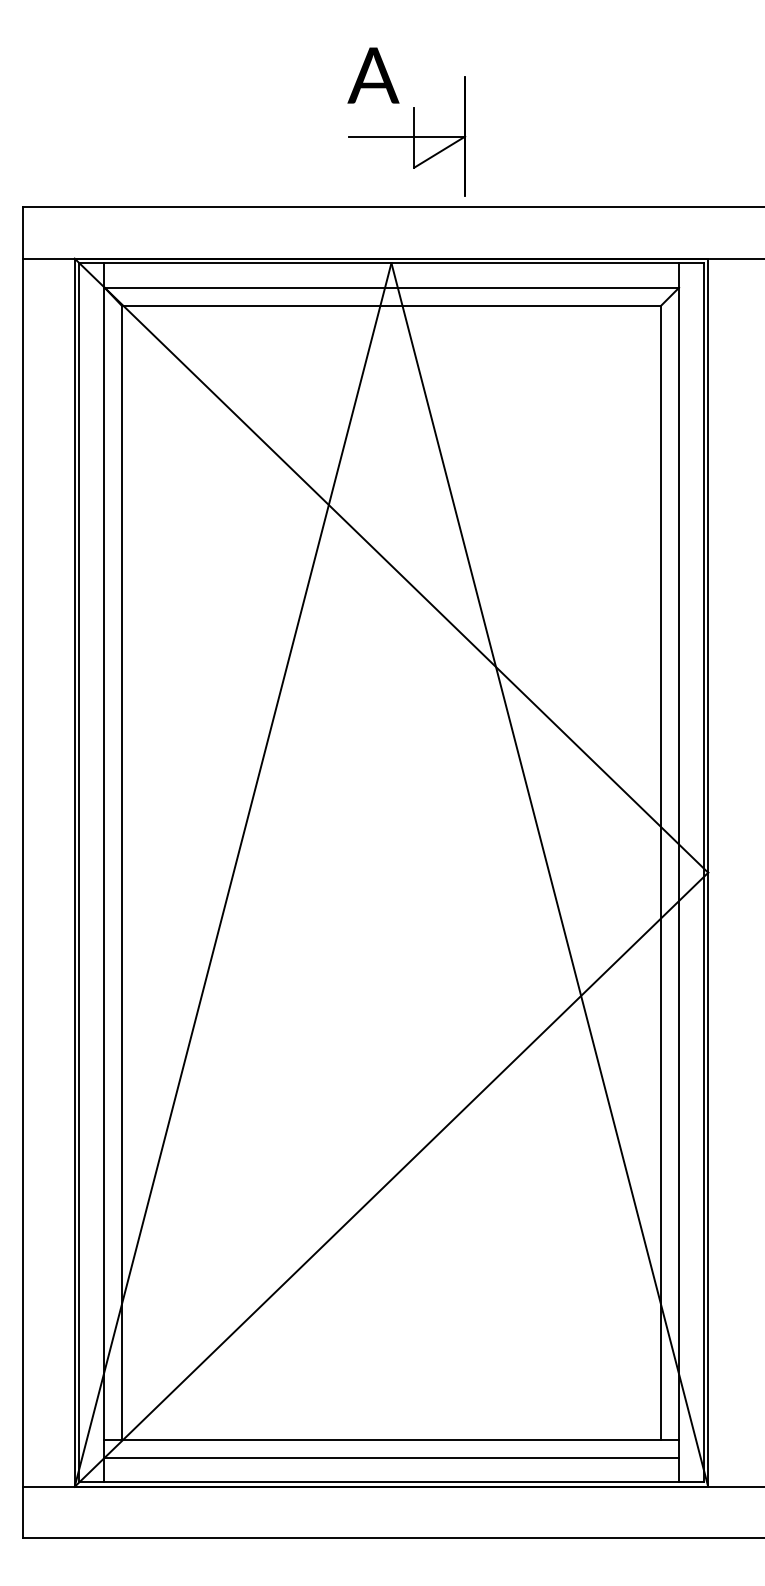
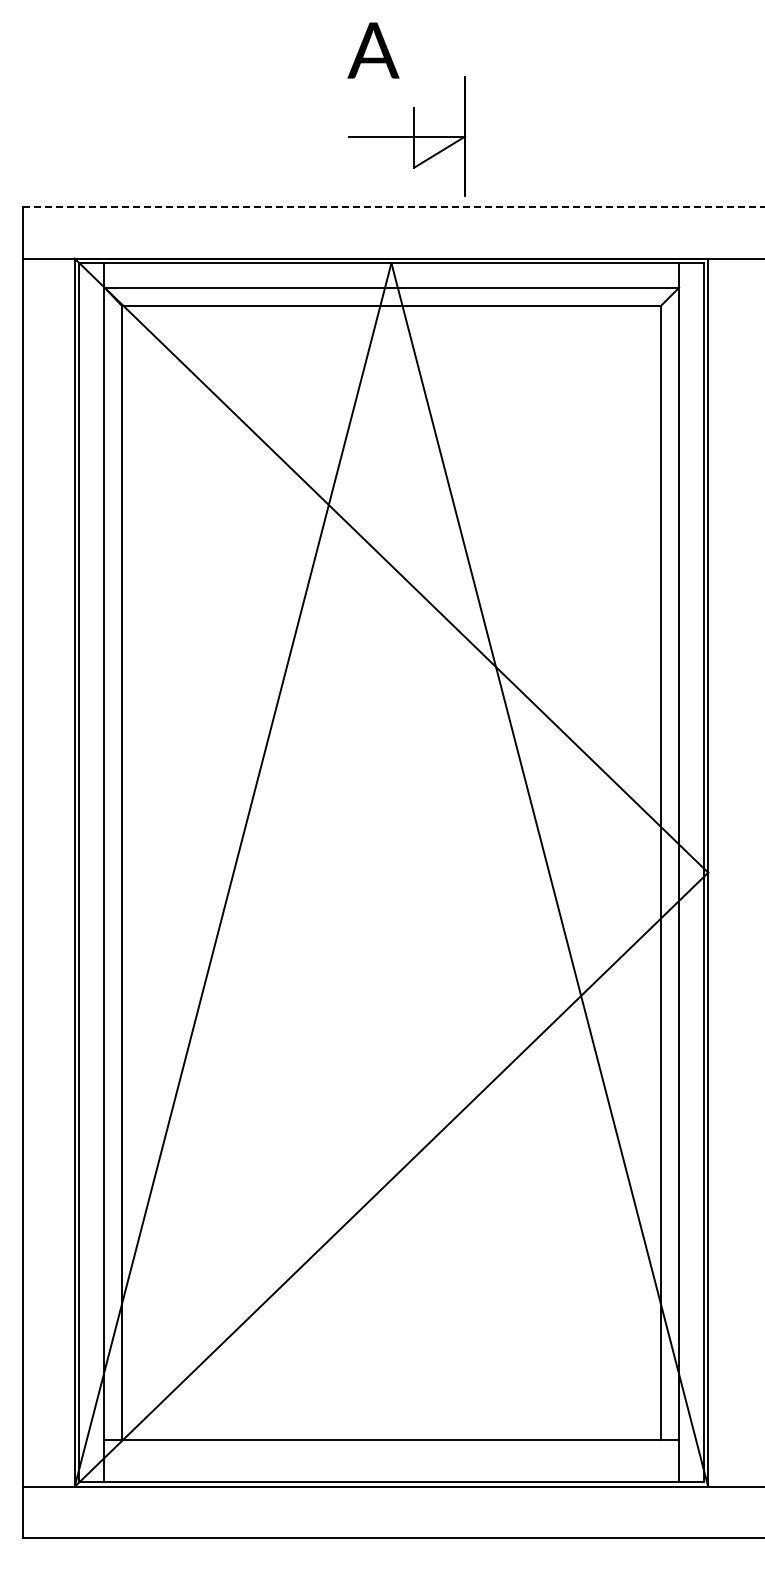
text at (373, 75) position: (373, 75) -> (373, 50)
line at (393, 207): solid -> dashed
line at (391, 1457): present -> none
